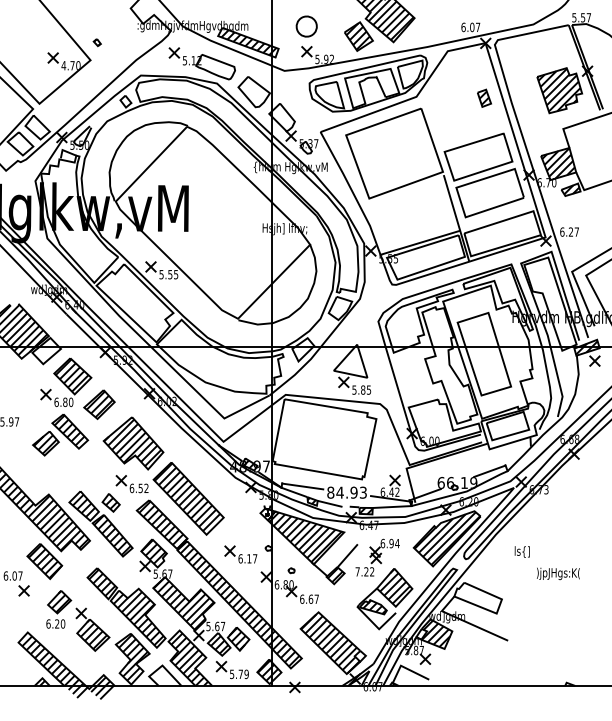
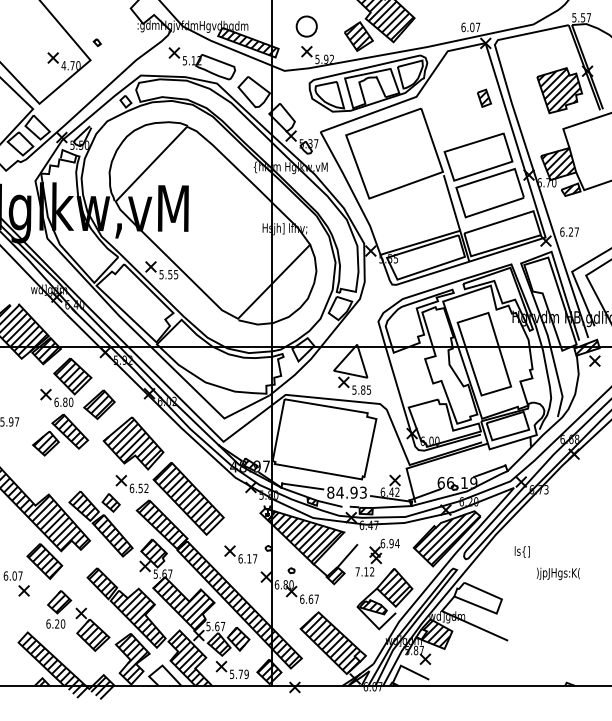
hatch at (46, 350): none -> present
text at (366, 571): 7.22 -> 7.12
